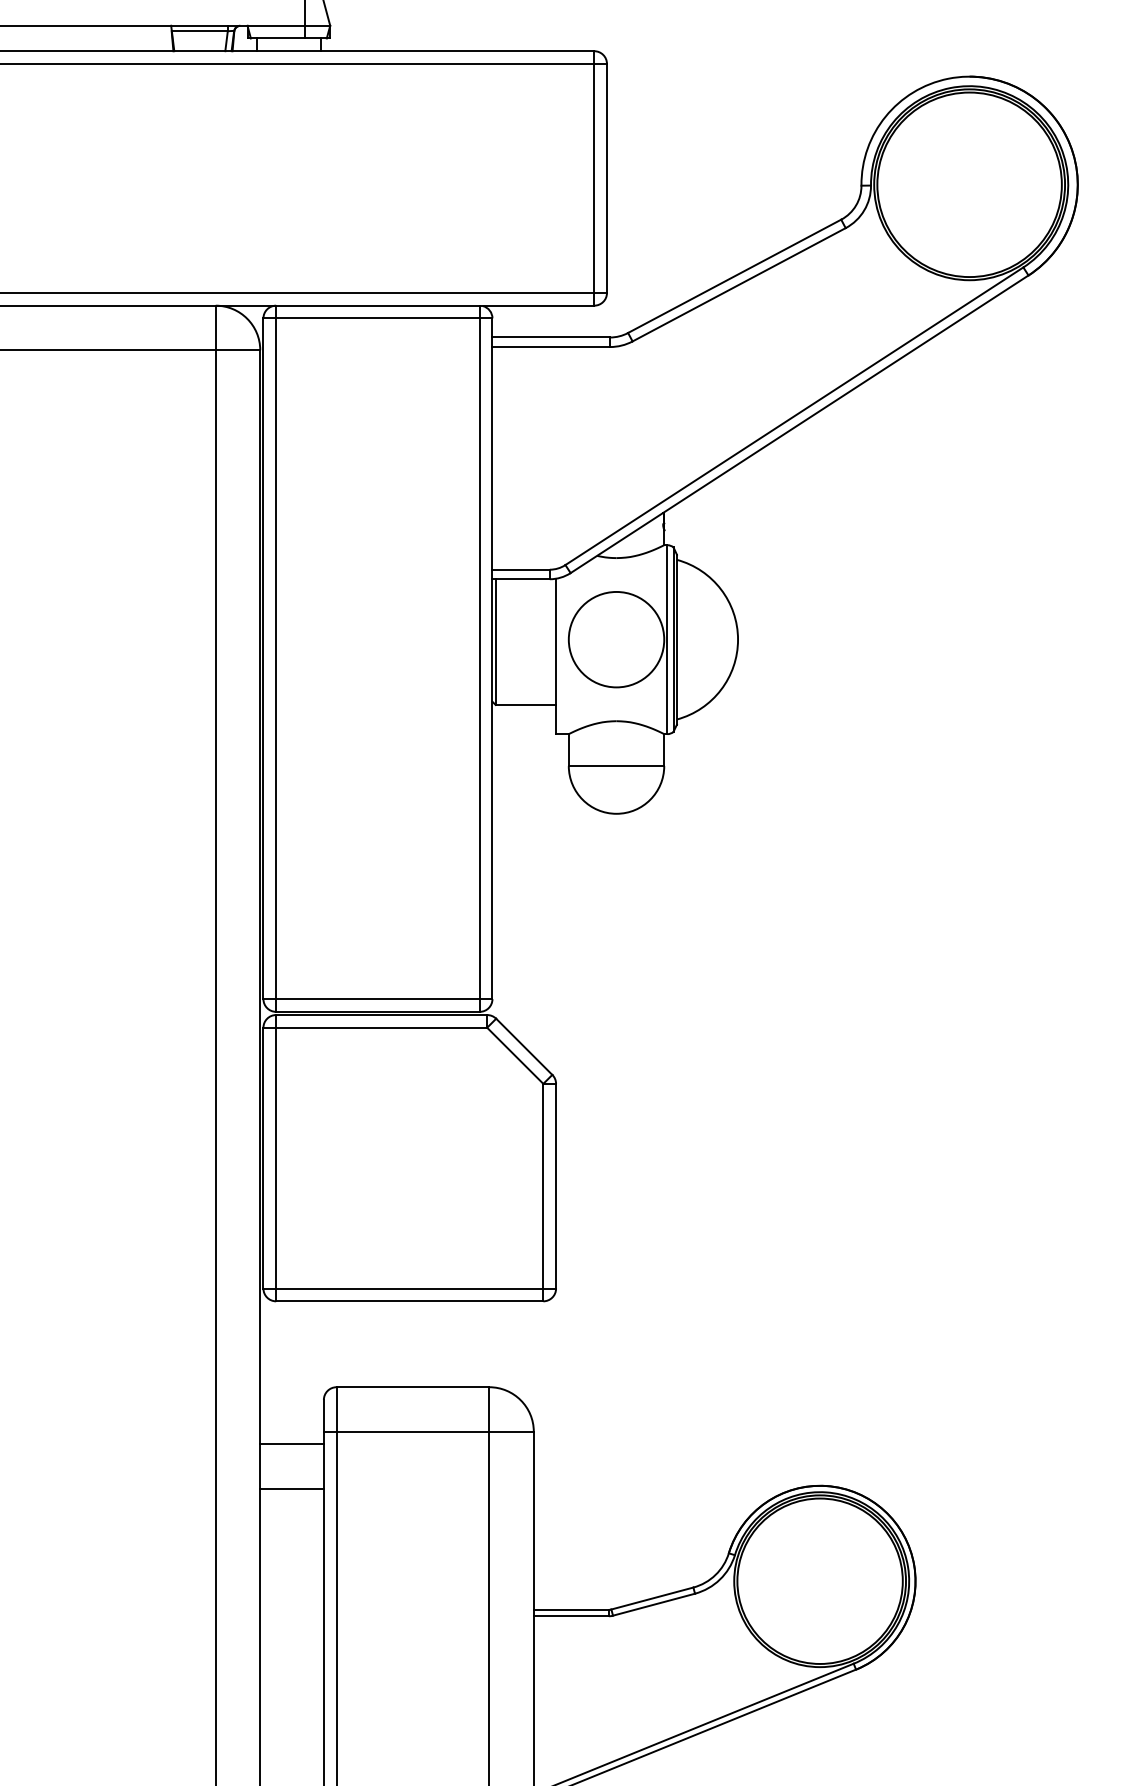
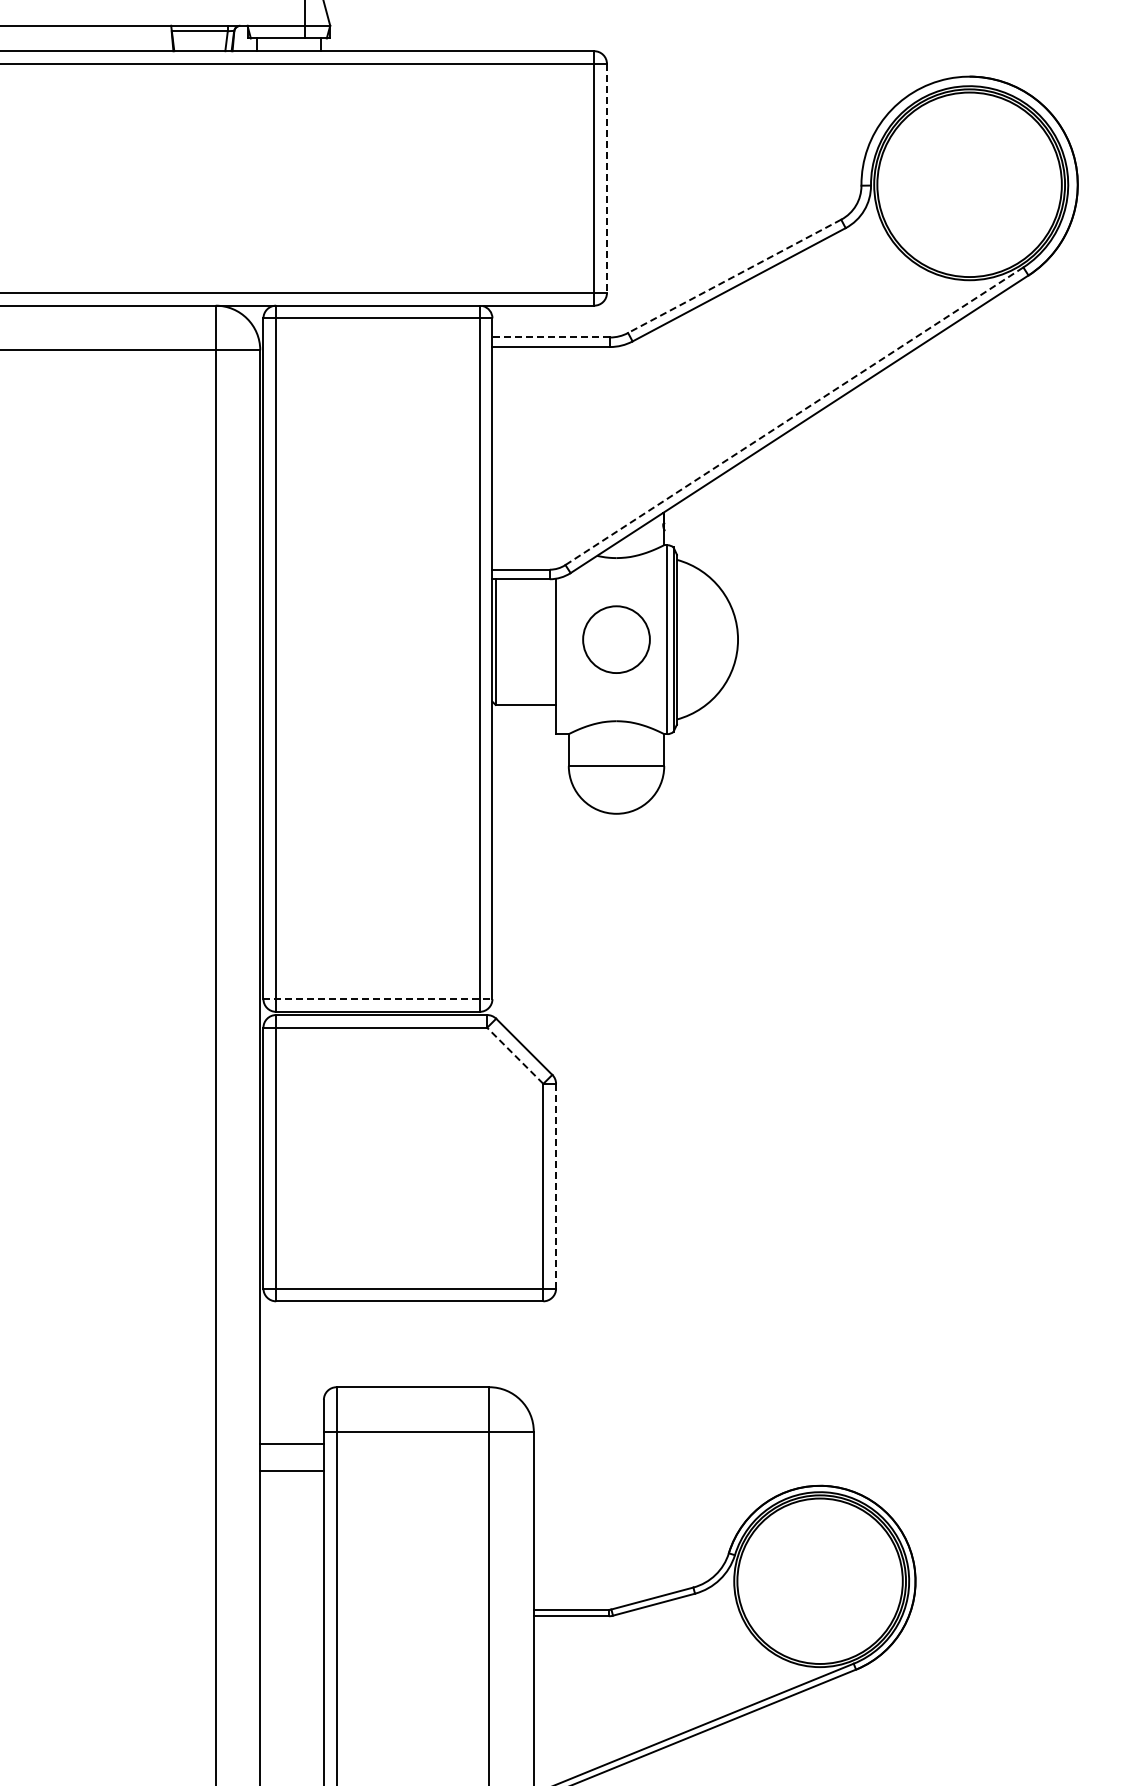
line at (606, 178): solid -> dashed
line at (734, 276): solid -> dashed
line at (551, 337): solid -> dashed
line at (794, 415): solid -> dashed
circle at (616, 639) diameter: 95 px -> 67 px
line at (377, 999): solid -> dashed
line at (515, 1055): solid -> dashed
line at (556, 1185): solid -> dashed
line at (291, 1489) position: (291, 1489) -> (291, 1471)
